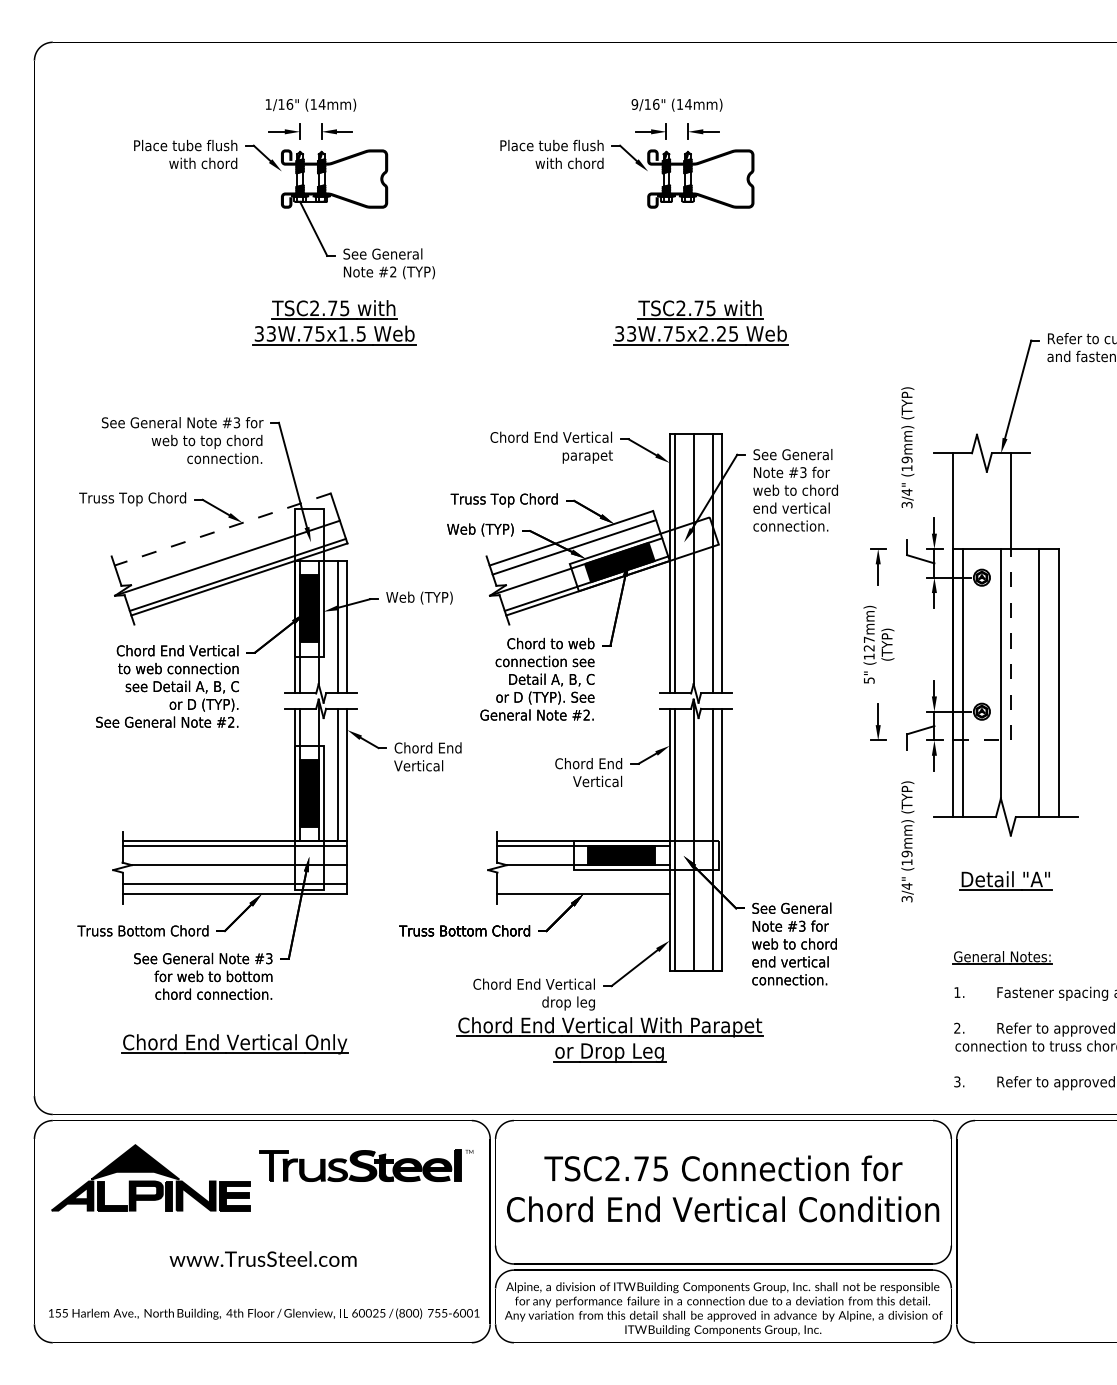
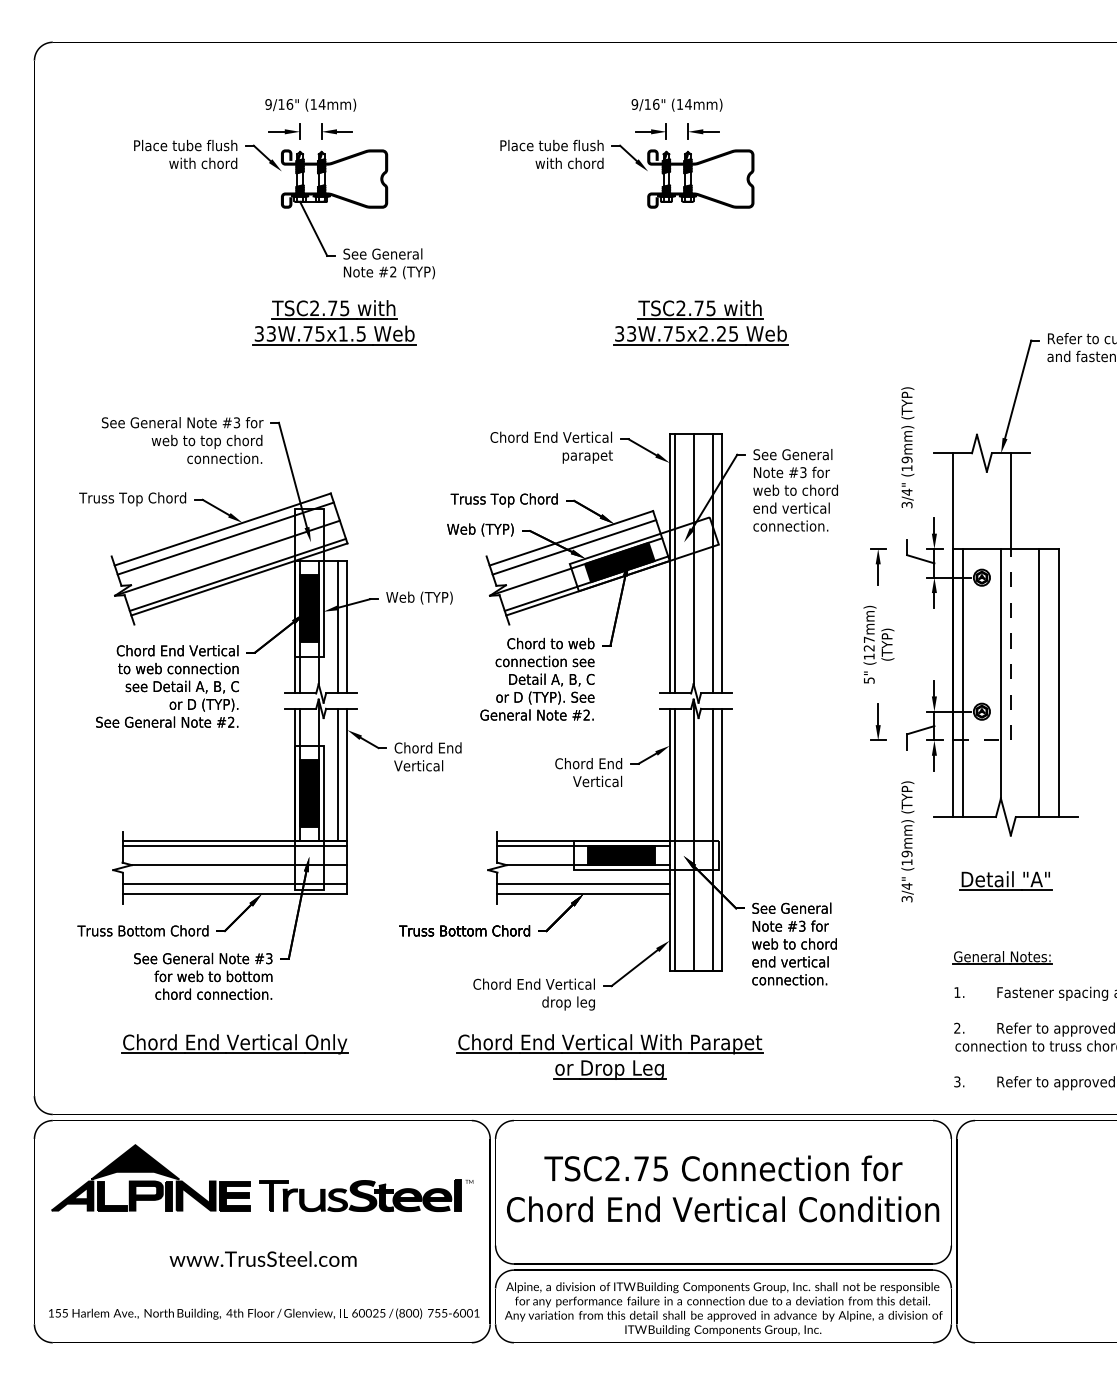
text at (268, 104): 1/16" -> 9/16"
line at (222, 529): dashed -> solid
line at (225, 538): none -> present
line at (583, 884): none -> present
part at (609, 1039) position: (609, 1039) -> (609, 1056)
part at (366, 1165) position: (366, 1165) -> (366, 1195)
